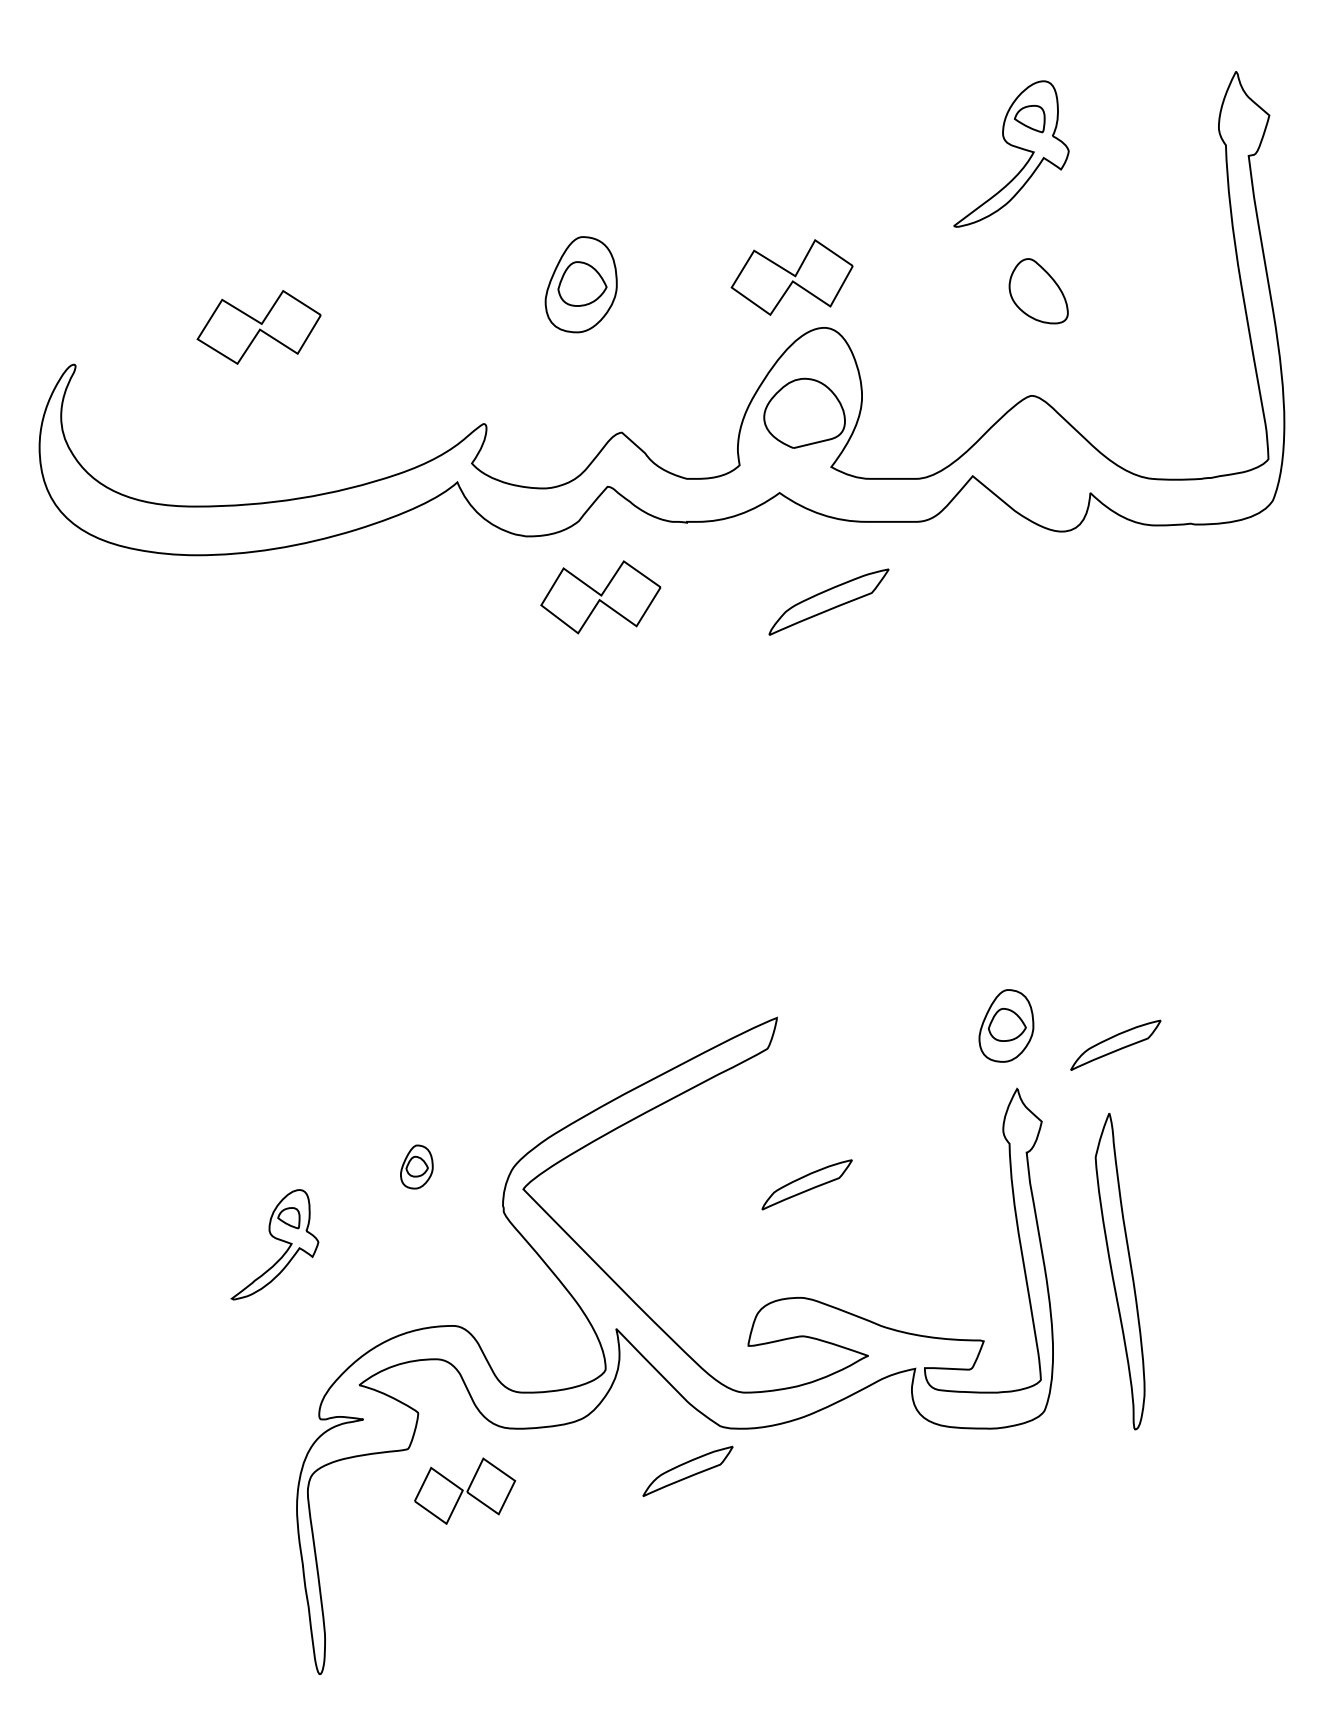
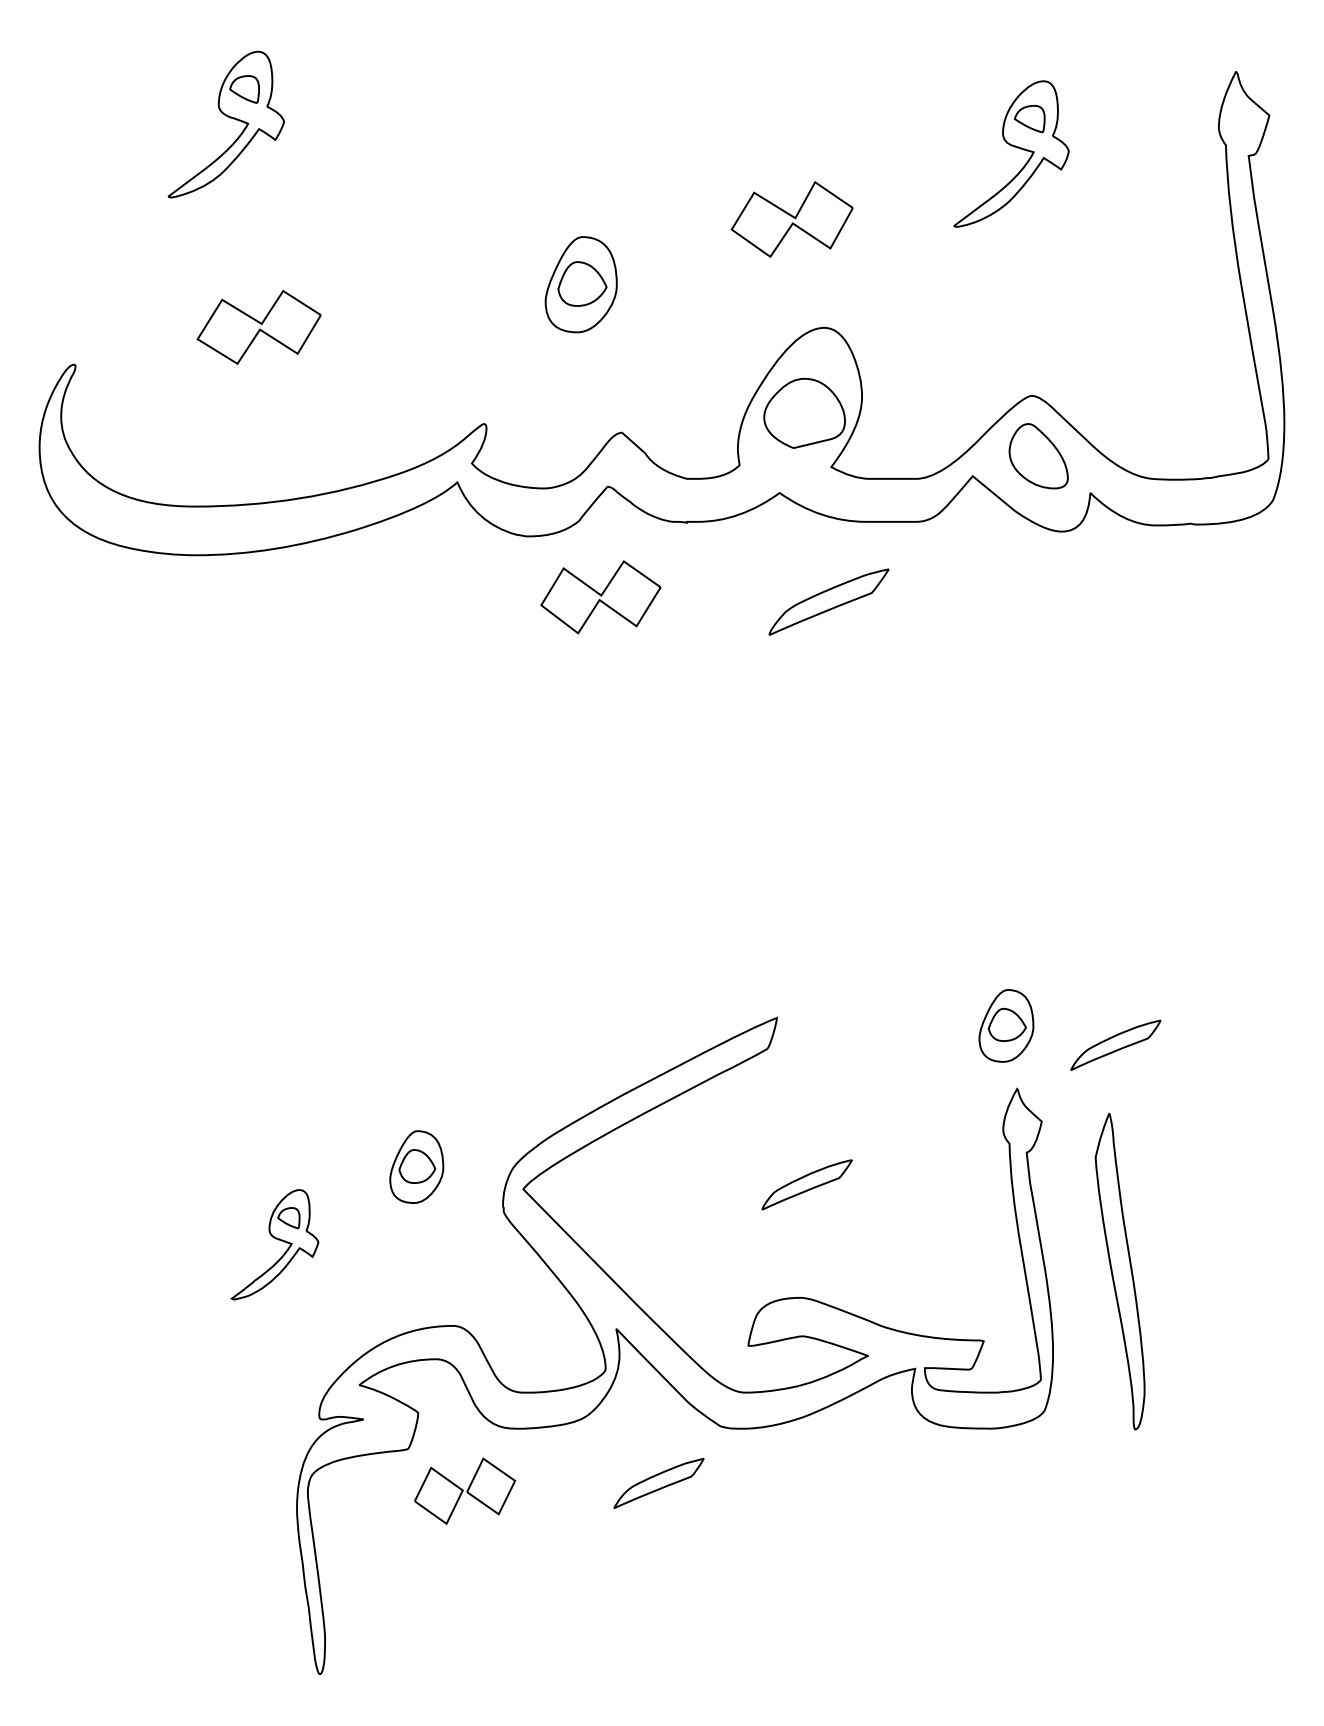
part at (227, 117): none -> present
part at (791, 277) position: (791, 277) -> (791, 219)
part at (1038, 291) position: (1038, 291) -> (1038, 456)
part at (416, 1166) size: 34x46 px -> 56x74 px
part at (687, 1470) position: (687, 1470) -> (658, 1482)
